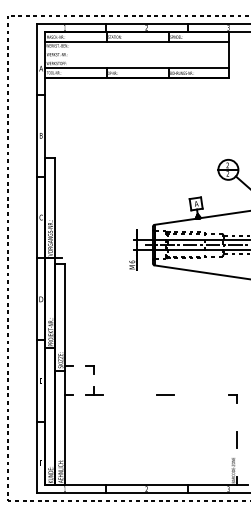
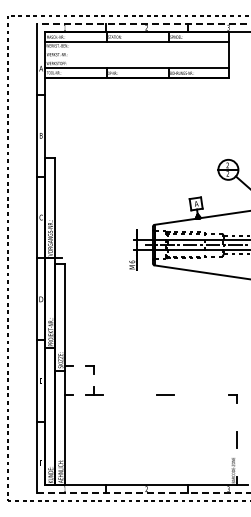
line at (144, 23): solid -> dashed
line at (144, 493): solid -> dashed
